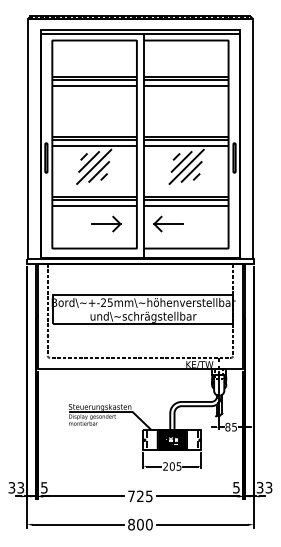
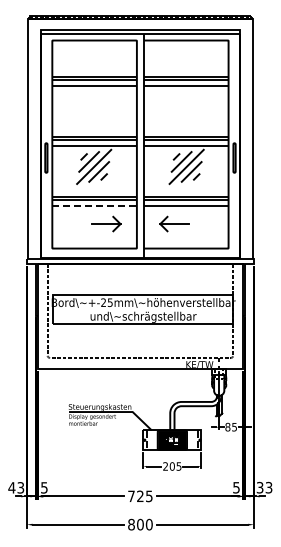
line at (95, 205): solid -> dashed
part at (168, 223) position: (168, 223) -> (174, 223)
text at (11, 487): 33 -> 43
